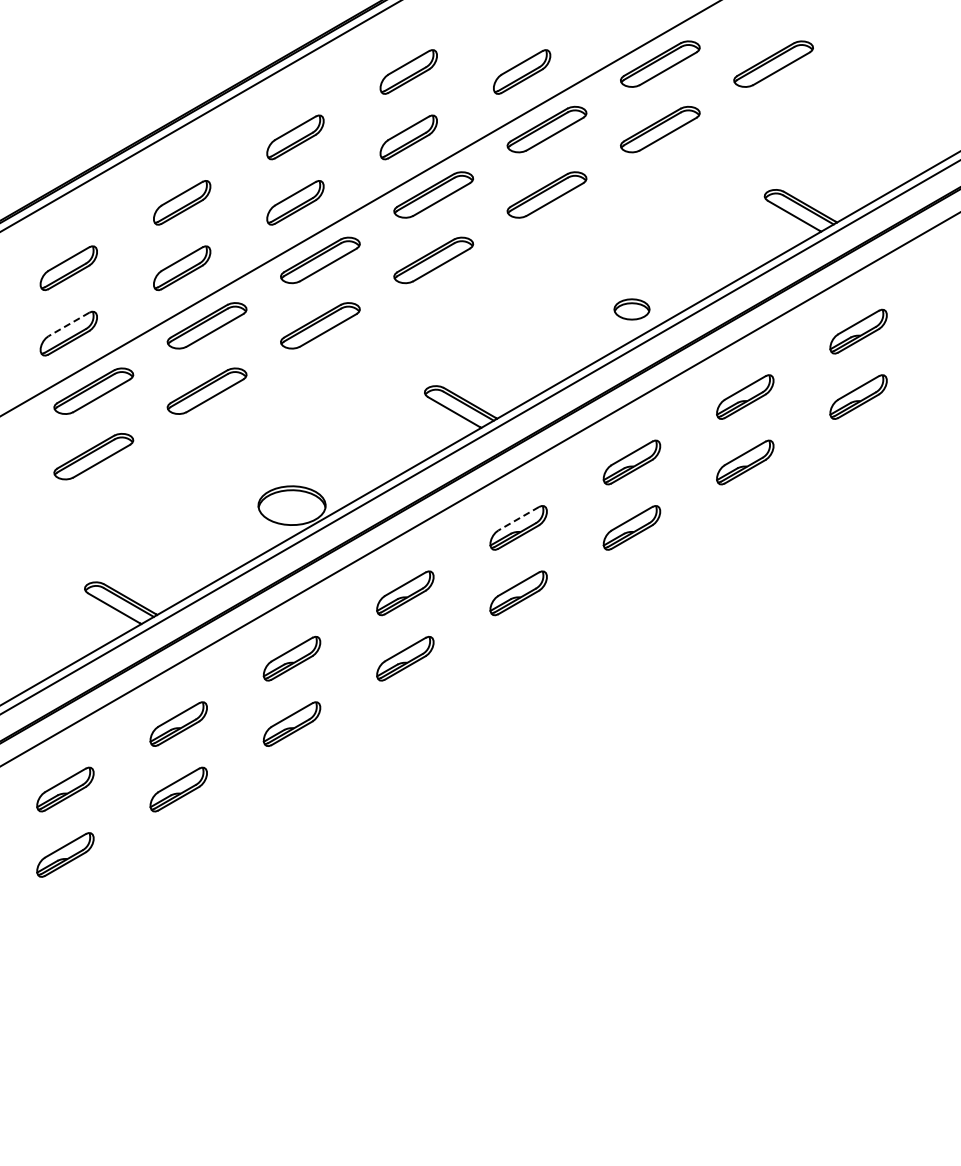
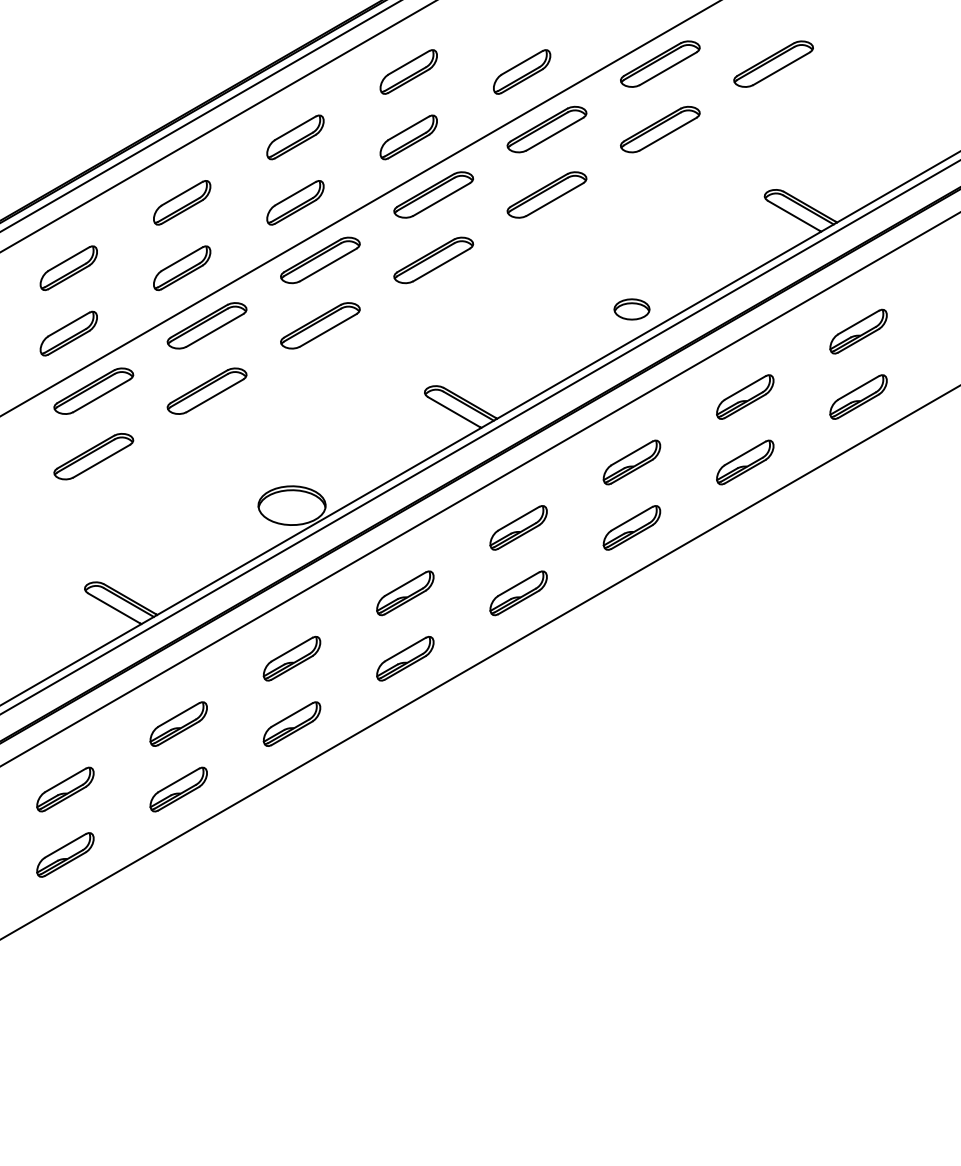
line at (217, 126): none -> present
line at (68, 324): dashed -> solid
line at (518, 518): dashed -> solid
line at (479, 662): none -> present
